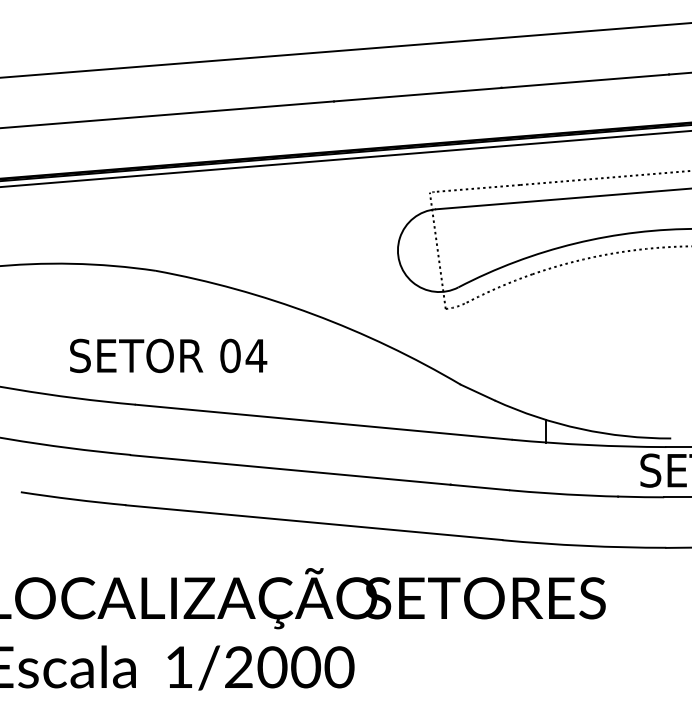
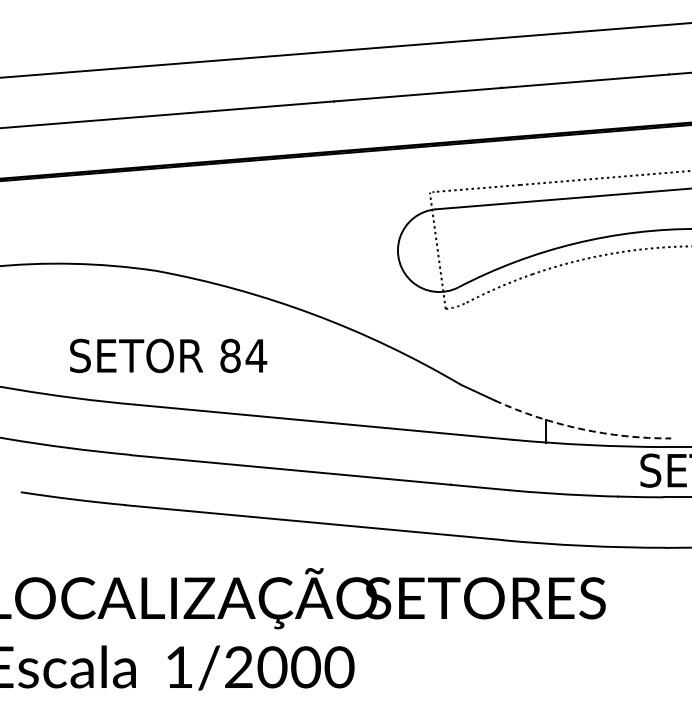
line at (345, 158): present -> none
text at (230, 355): 04 -> 84
arc at (580, 429): solid -> dashed
